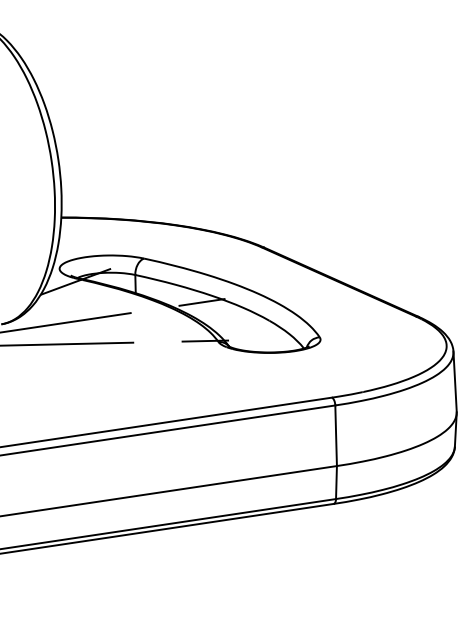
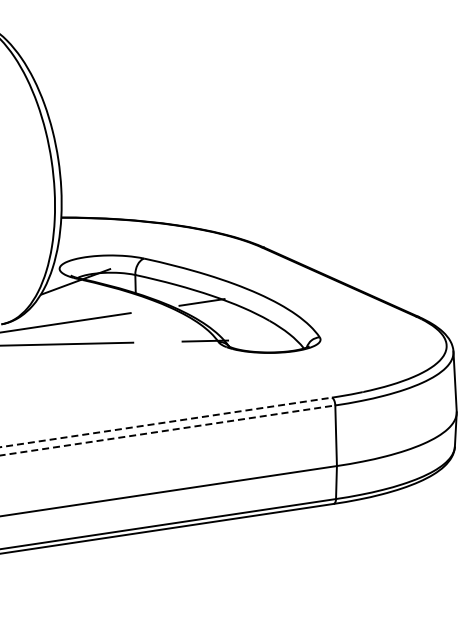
line at (166, 422): solid -> dashed
line at (168, 430): solid -> dashed
